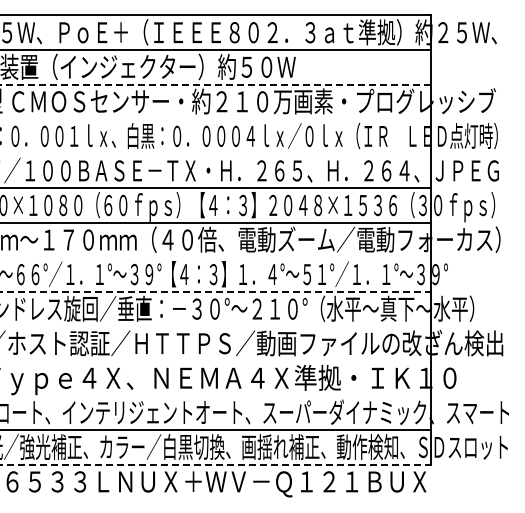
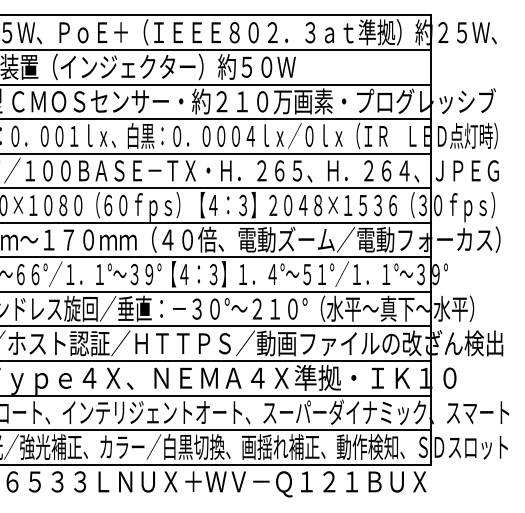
line at (215, 84): dashed -> solid
line at (216, 119): none -> present
line at (216, 153): none -> present
line at (216, 257): none -> present
line at (216, 291): dashed -> solid
line at (216, 326): none -> present
line at (216, 361): none -> present
line at (216, 395): none -> present
line at (216, 464): dashed -> solid
